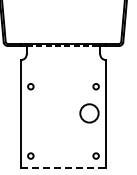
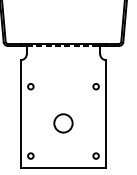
circle at (89, 113) position: (89, 113) -> (63, 123)
line at (63, 168): dashed -> solid
